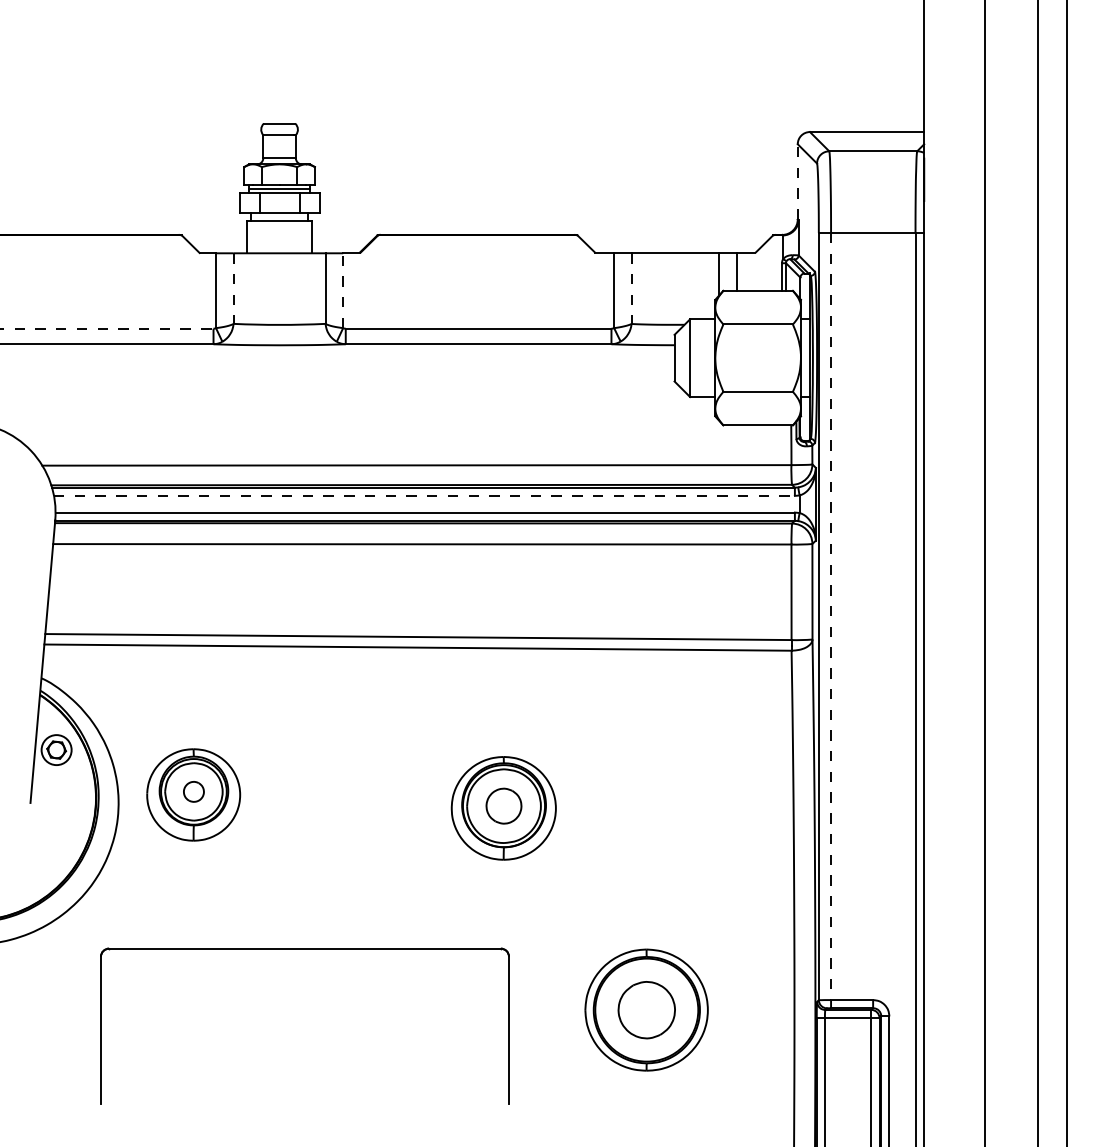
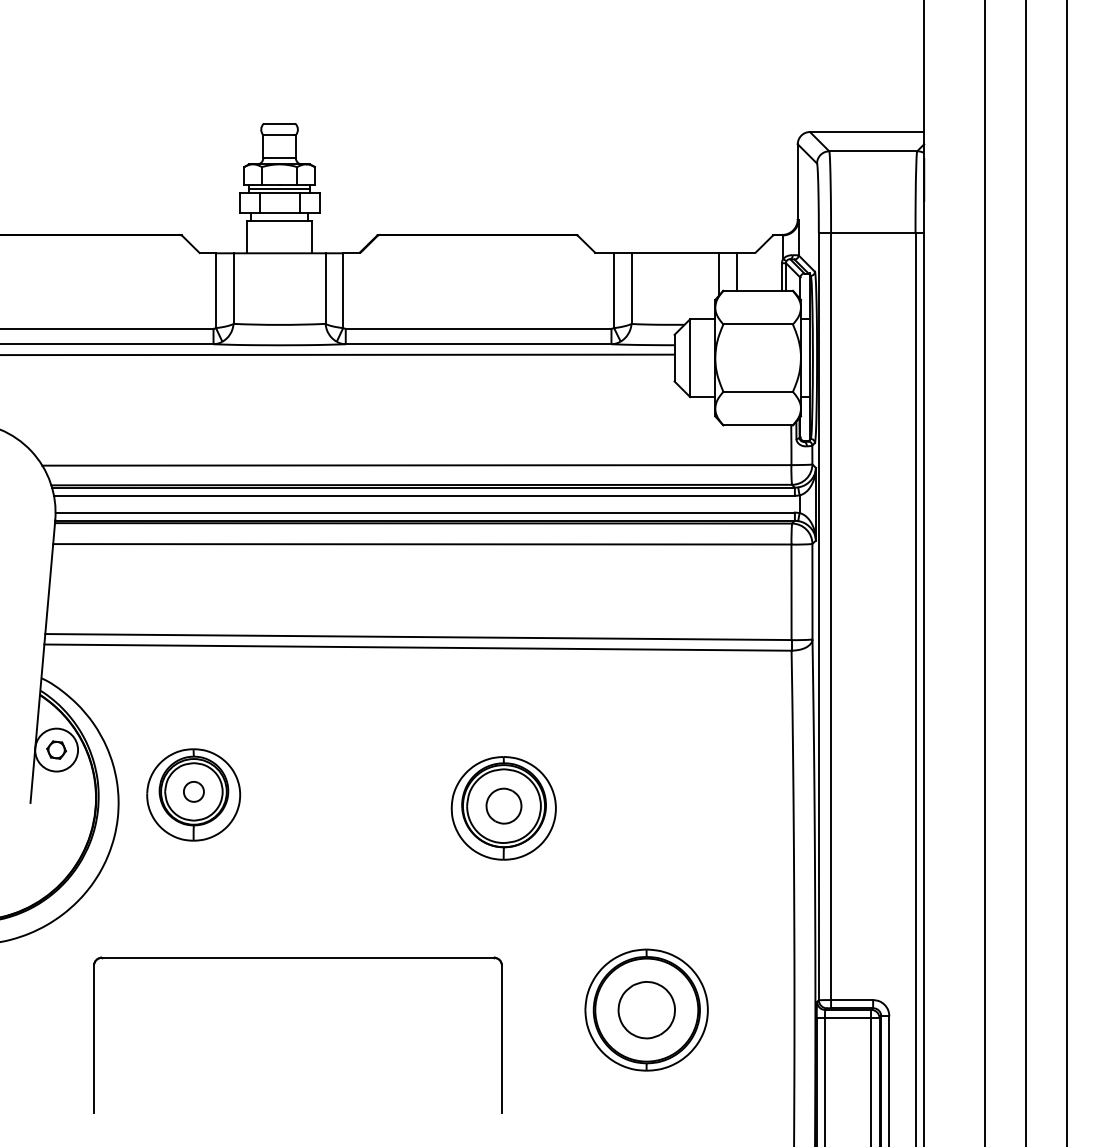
line at (797, 181): dashed -> solid
line at (233, 289): dashed -> solid
line at (631, 289): dashed -> solid
line at (343, 290): dashed -> solid
line at (107, 328): dashed -> solid
line at (338, 354): none -> present
line at (424, 495): dashed -> solid
line at (1038, 572) position: (1038, 572) -> (1026, 572)
line at (831, 616): dashed -> solid
circle at (56, 750) diameter: 30 px -> 43 px
part at (304, 949) position: (304, 949) -> (297, 958)
